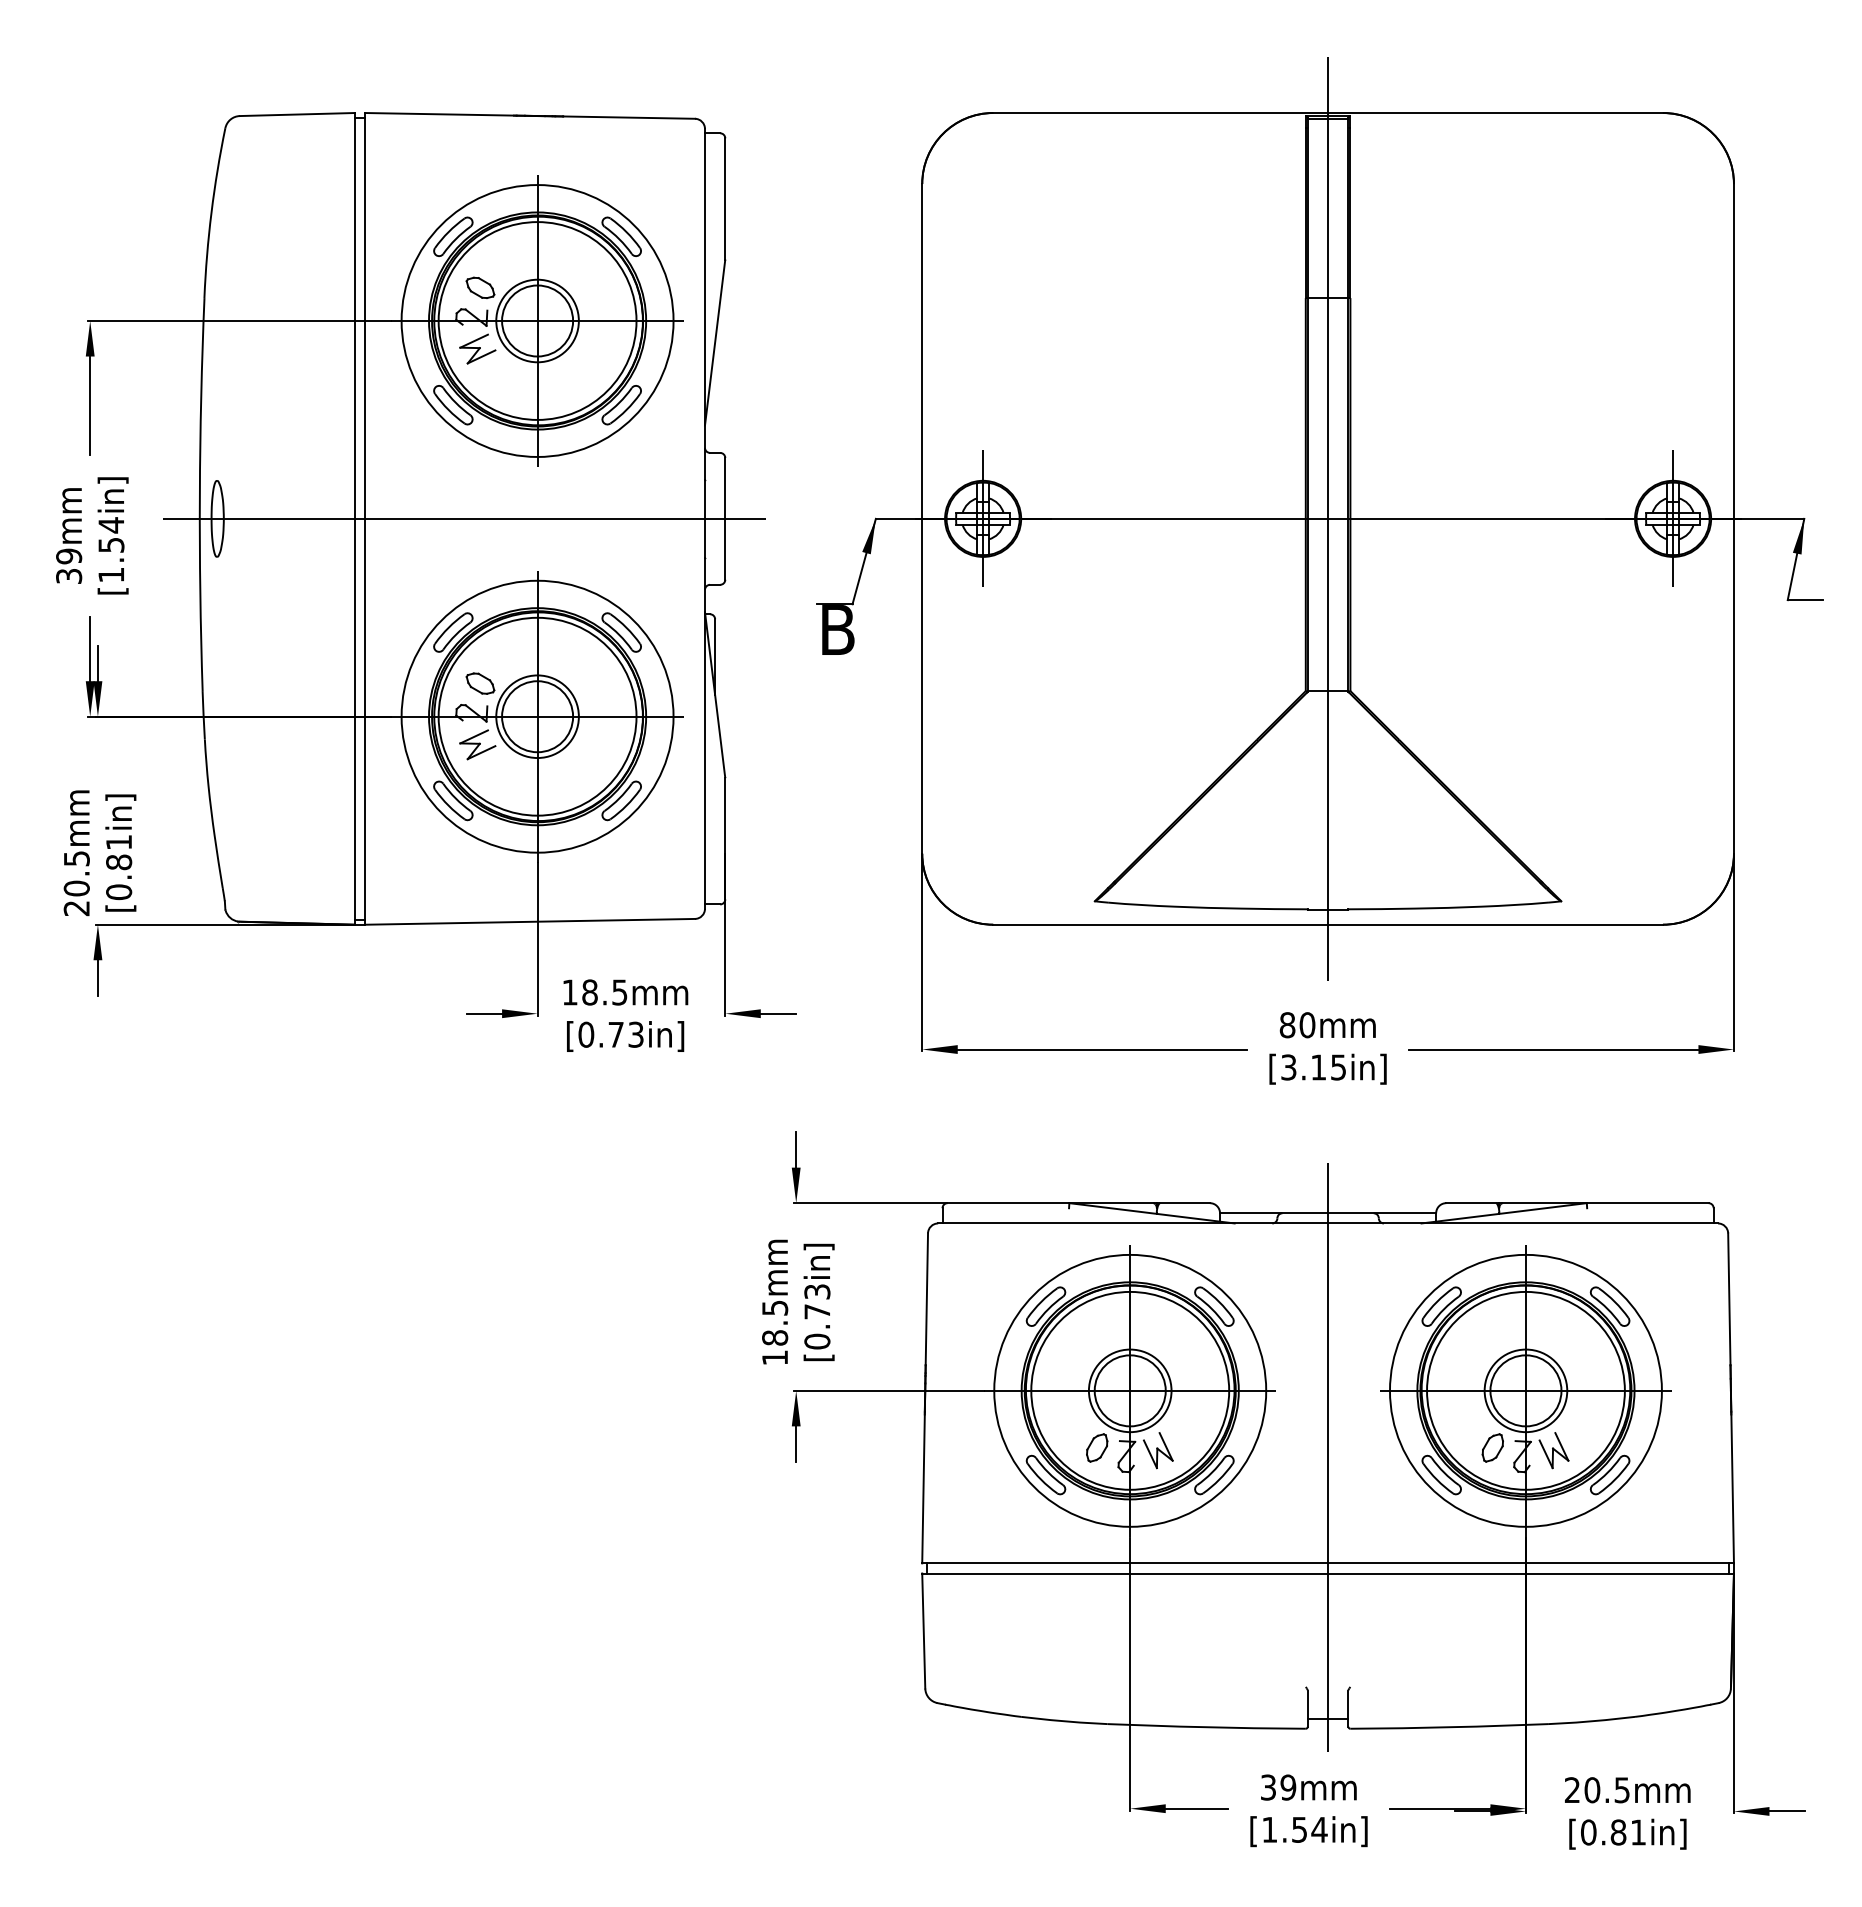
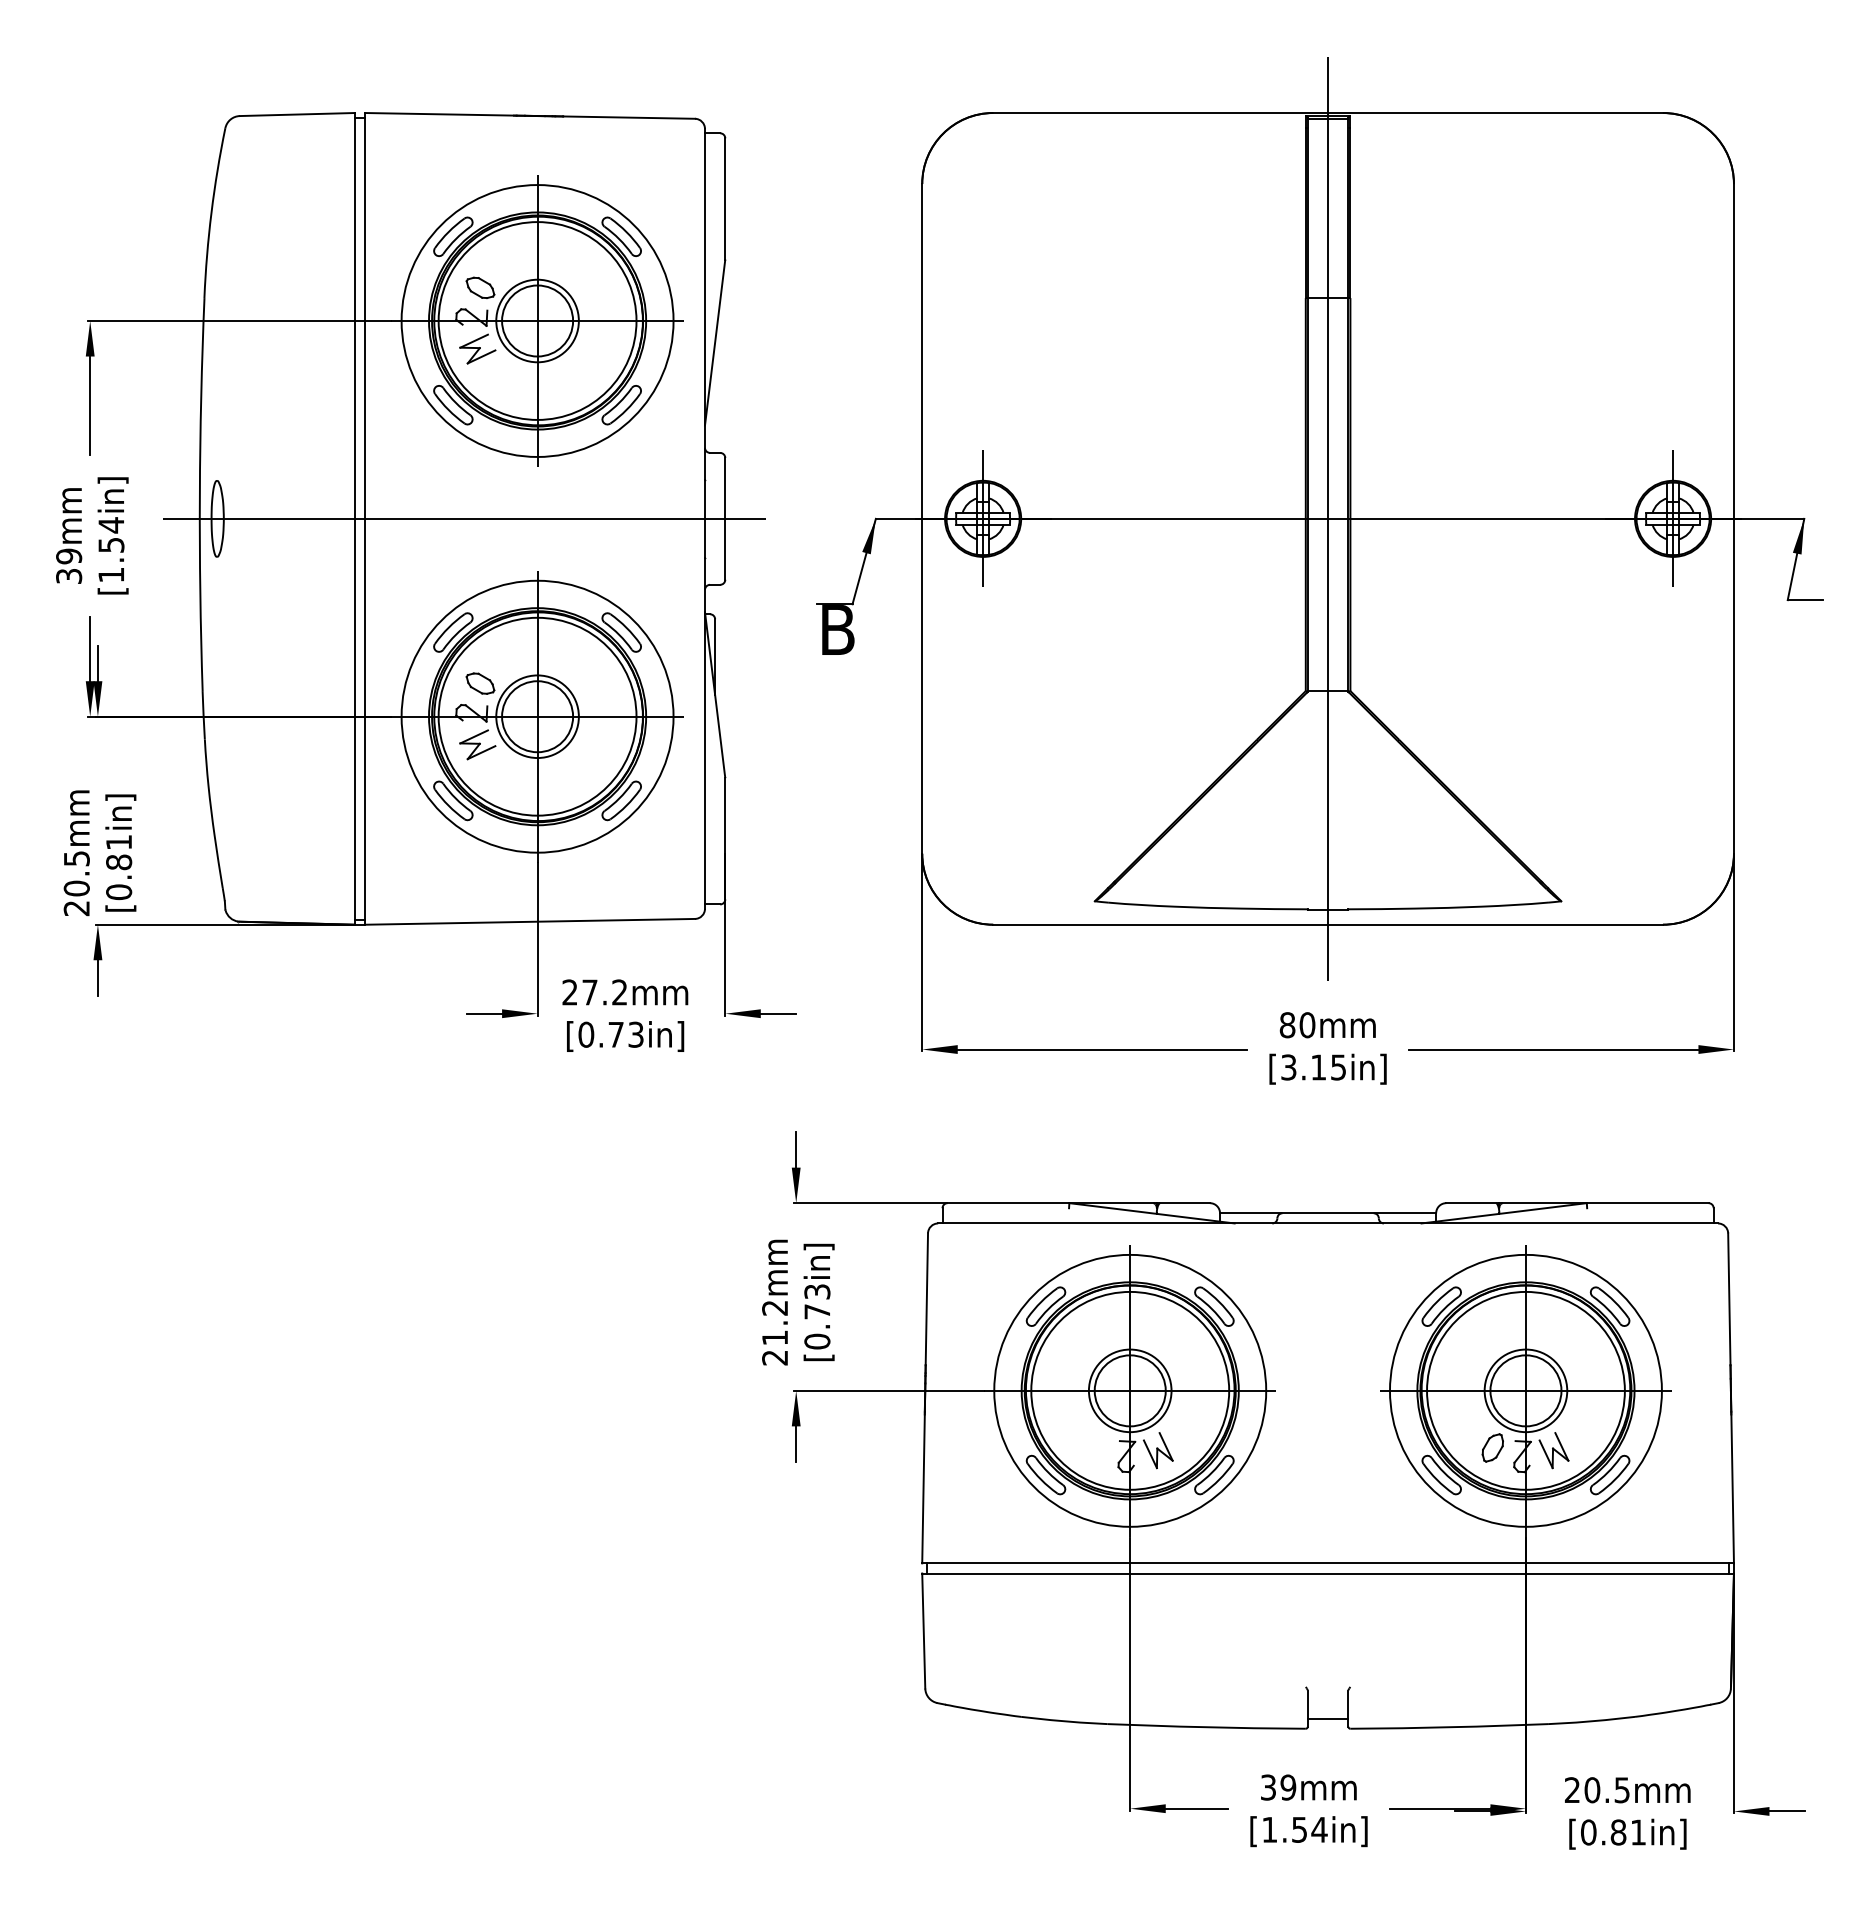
text at (594, 992): 18.5mm -> 27.2mm
text at (775, 1332): 18.5mm -> 21.2mm
part at (1097, 1447): present -> none
line at (1328, 1456): present -> none
